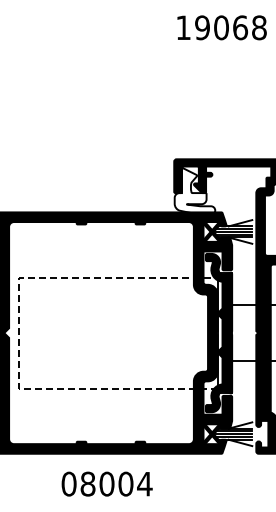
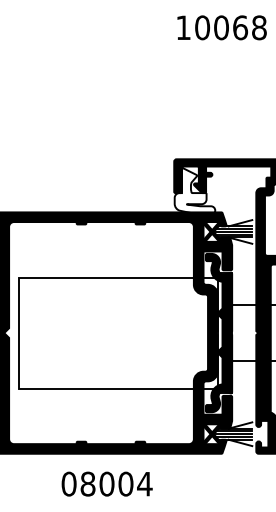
text at (202, 27): 19068 -> 10068
line at (18, 333): dashed -> solid
